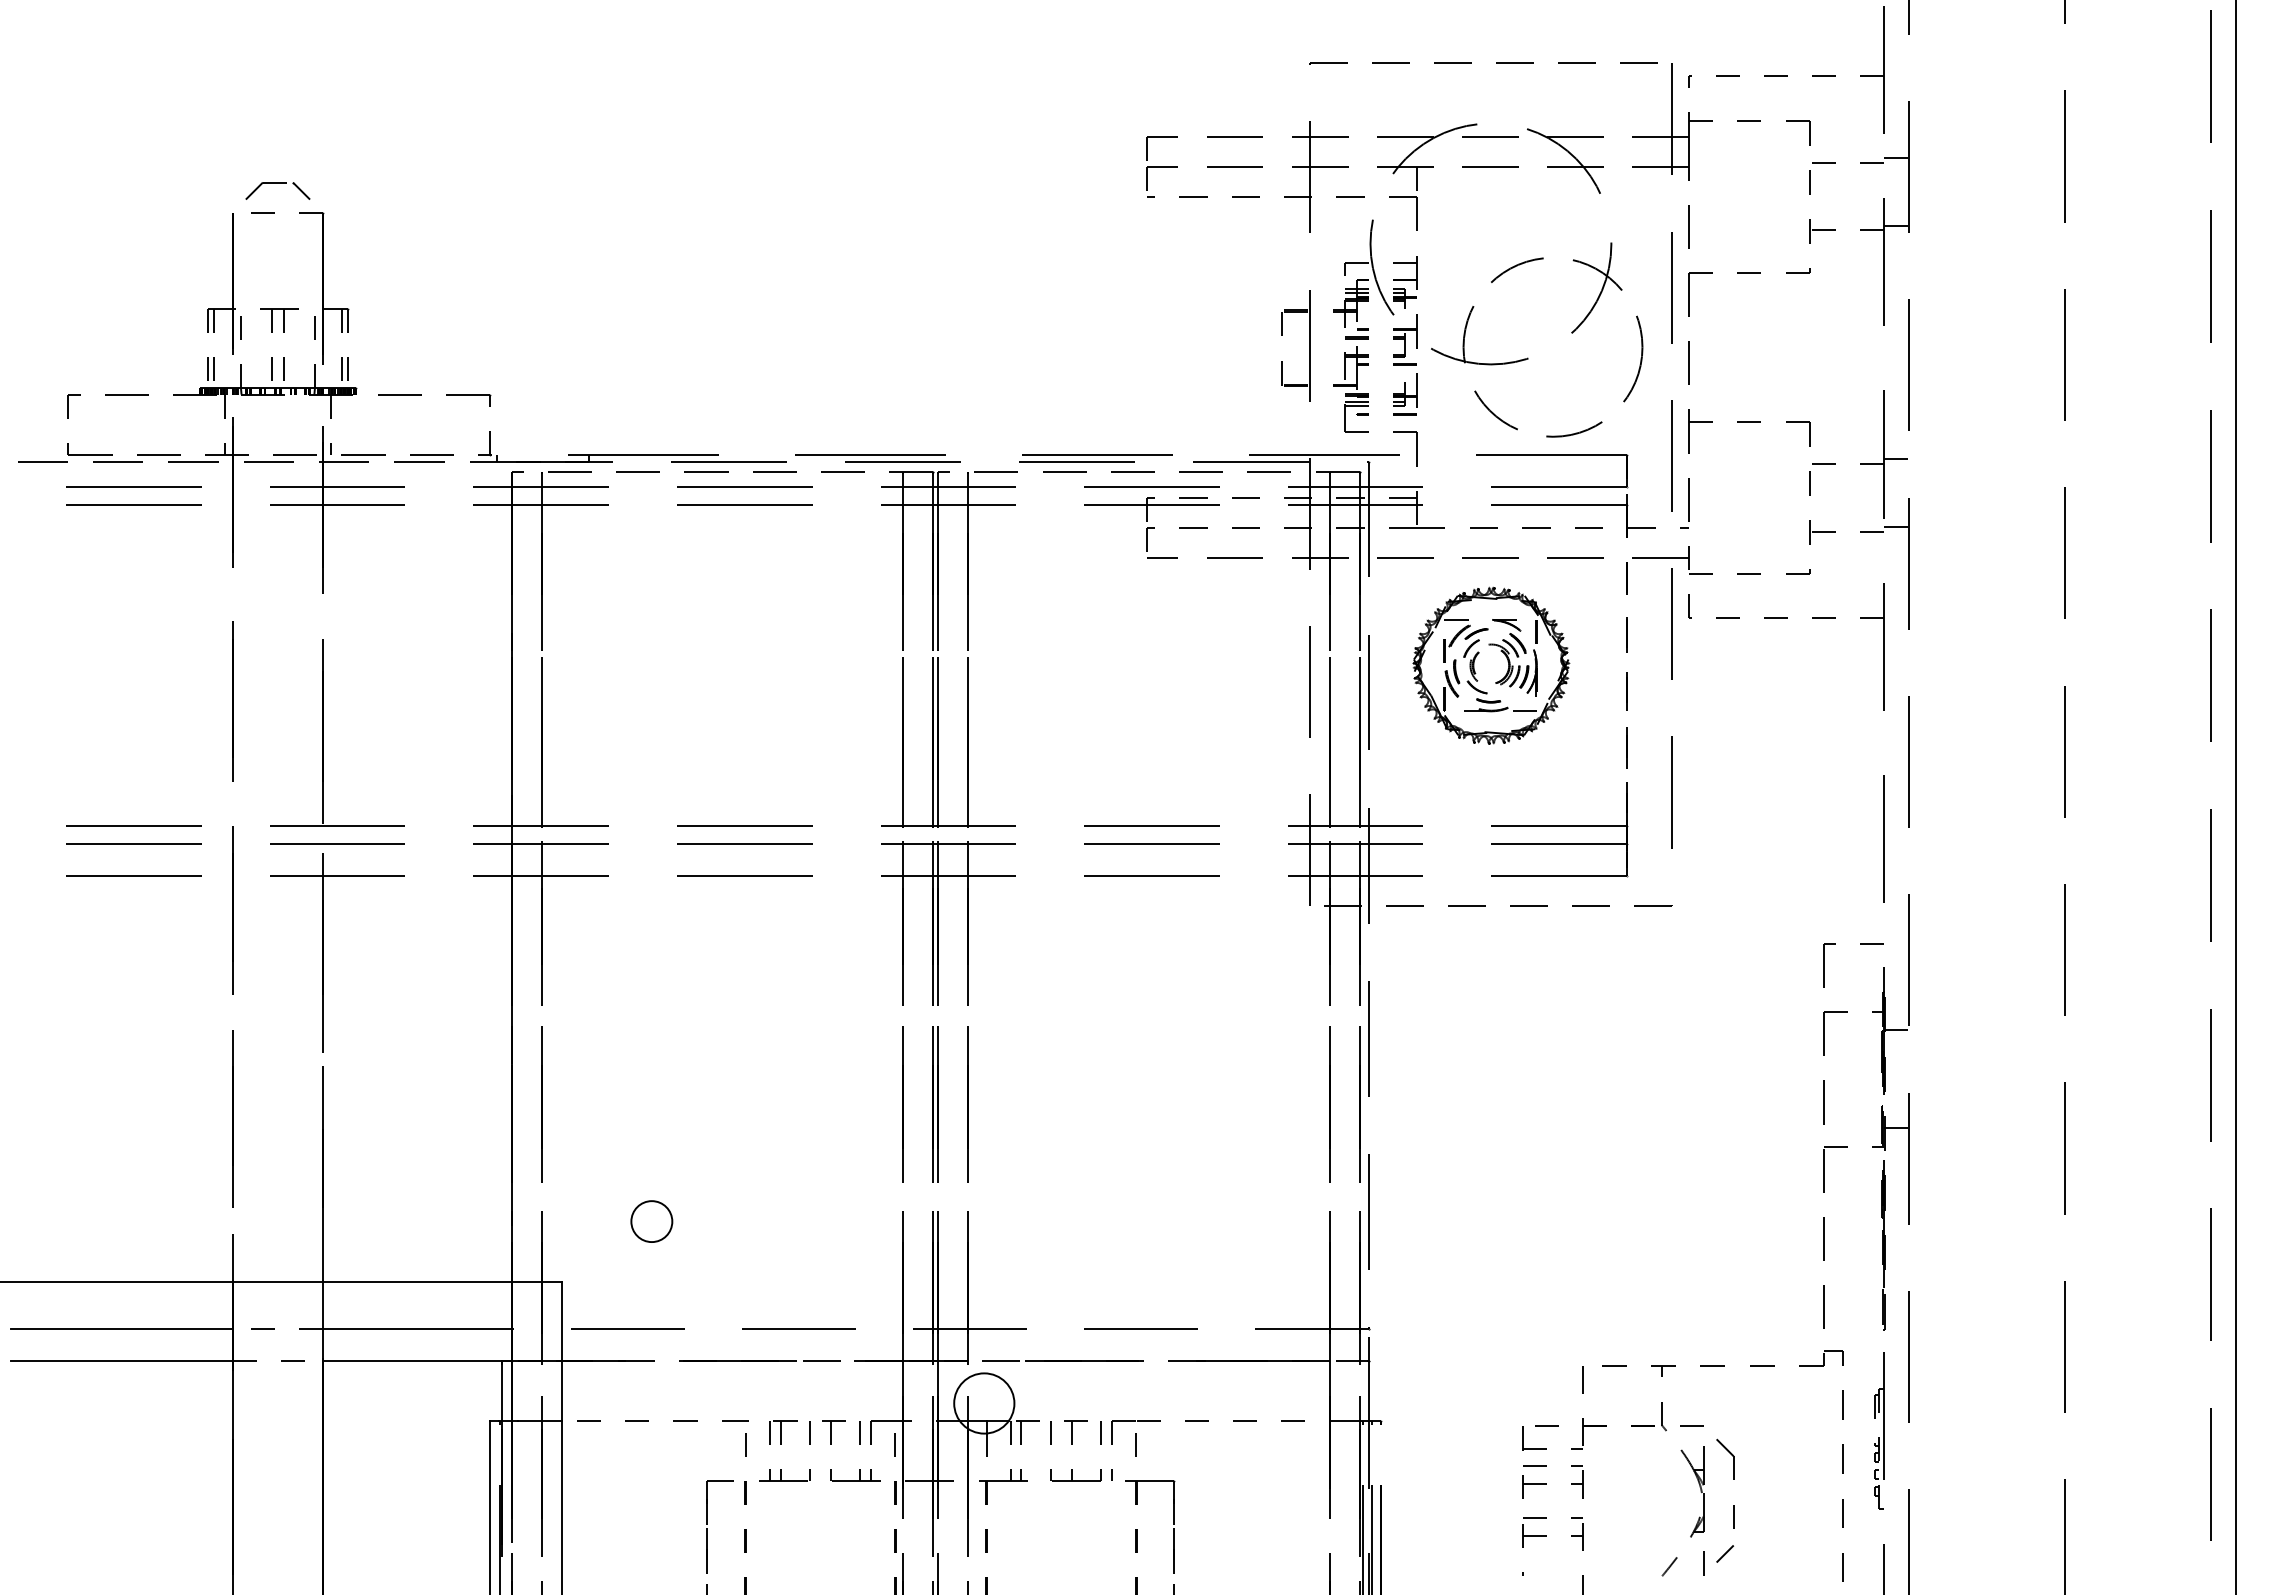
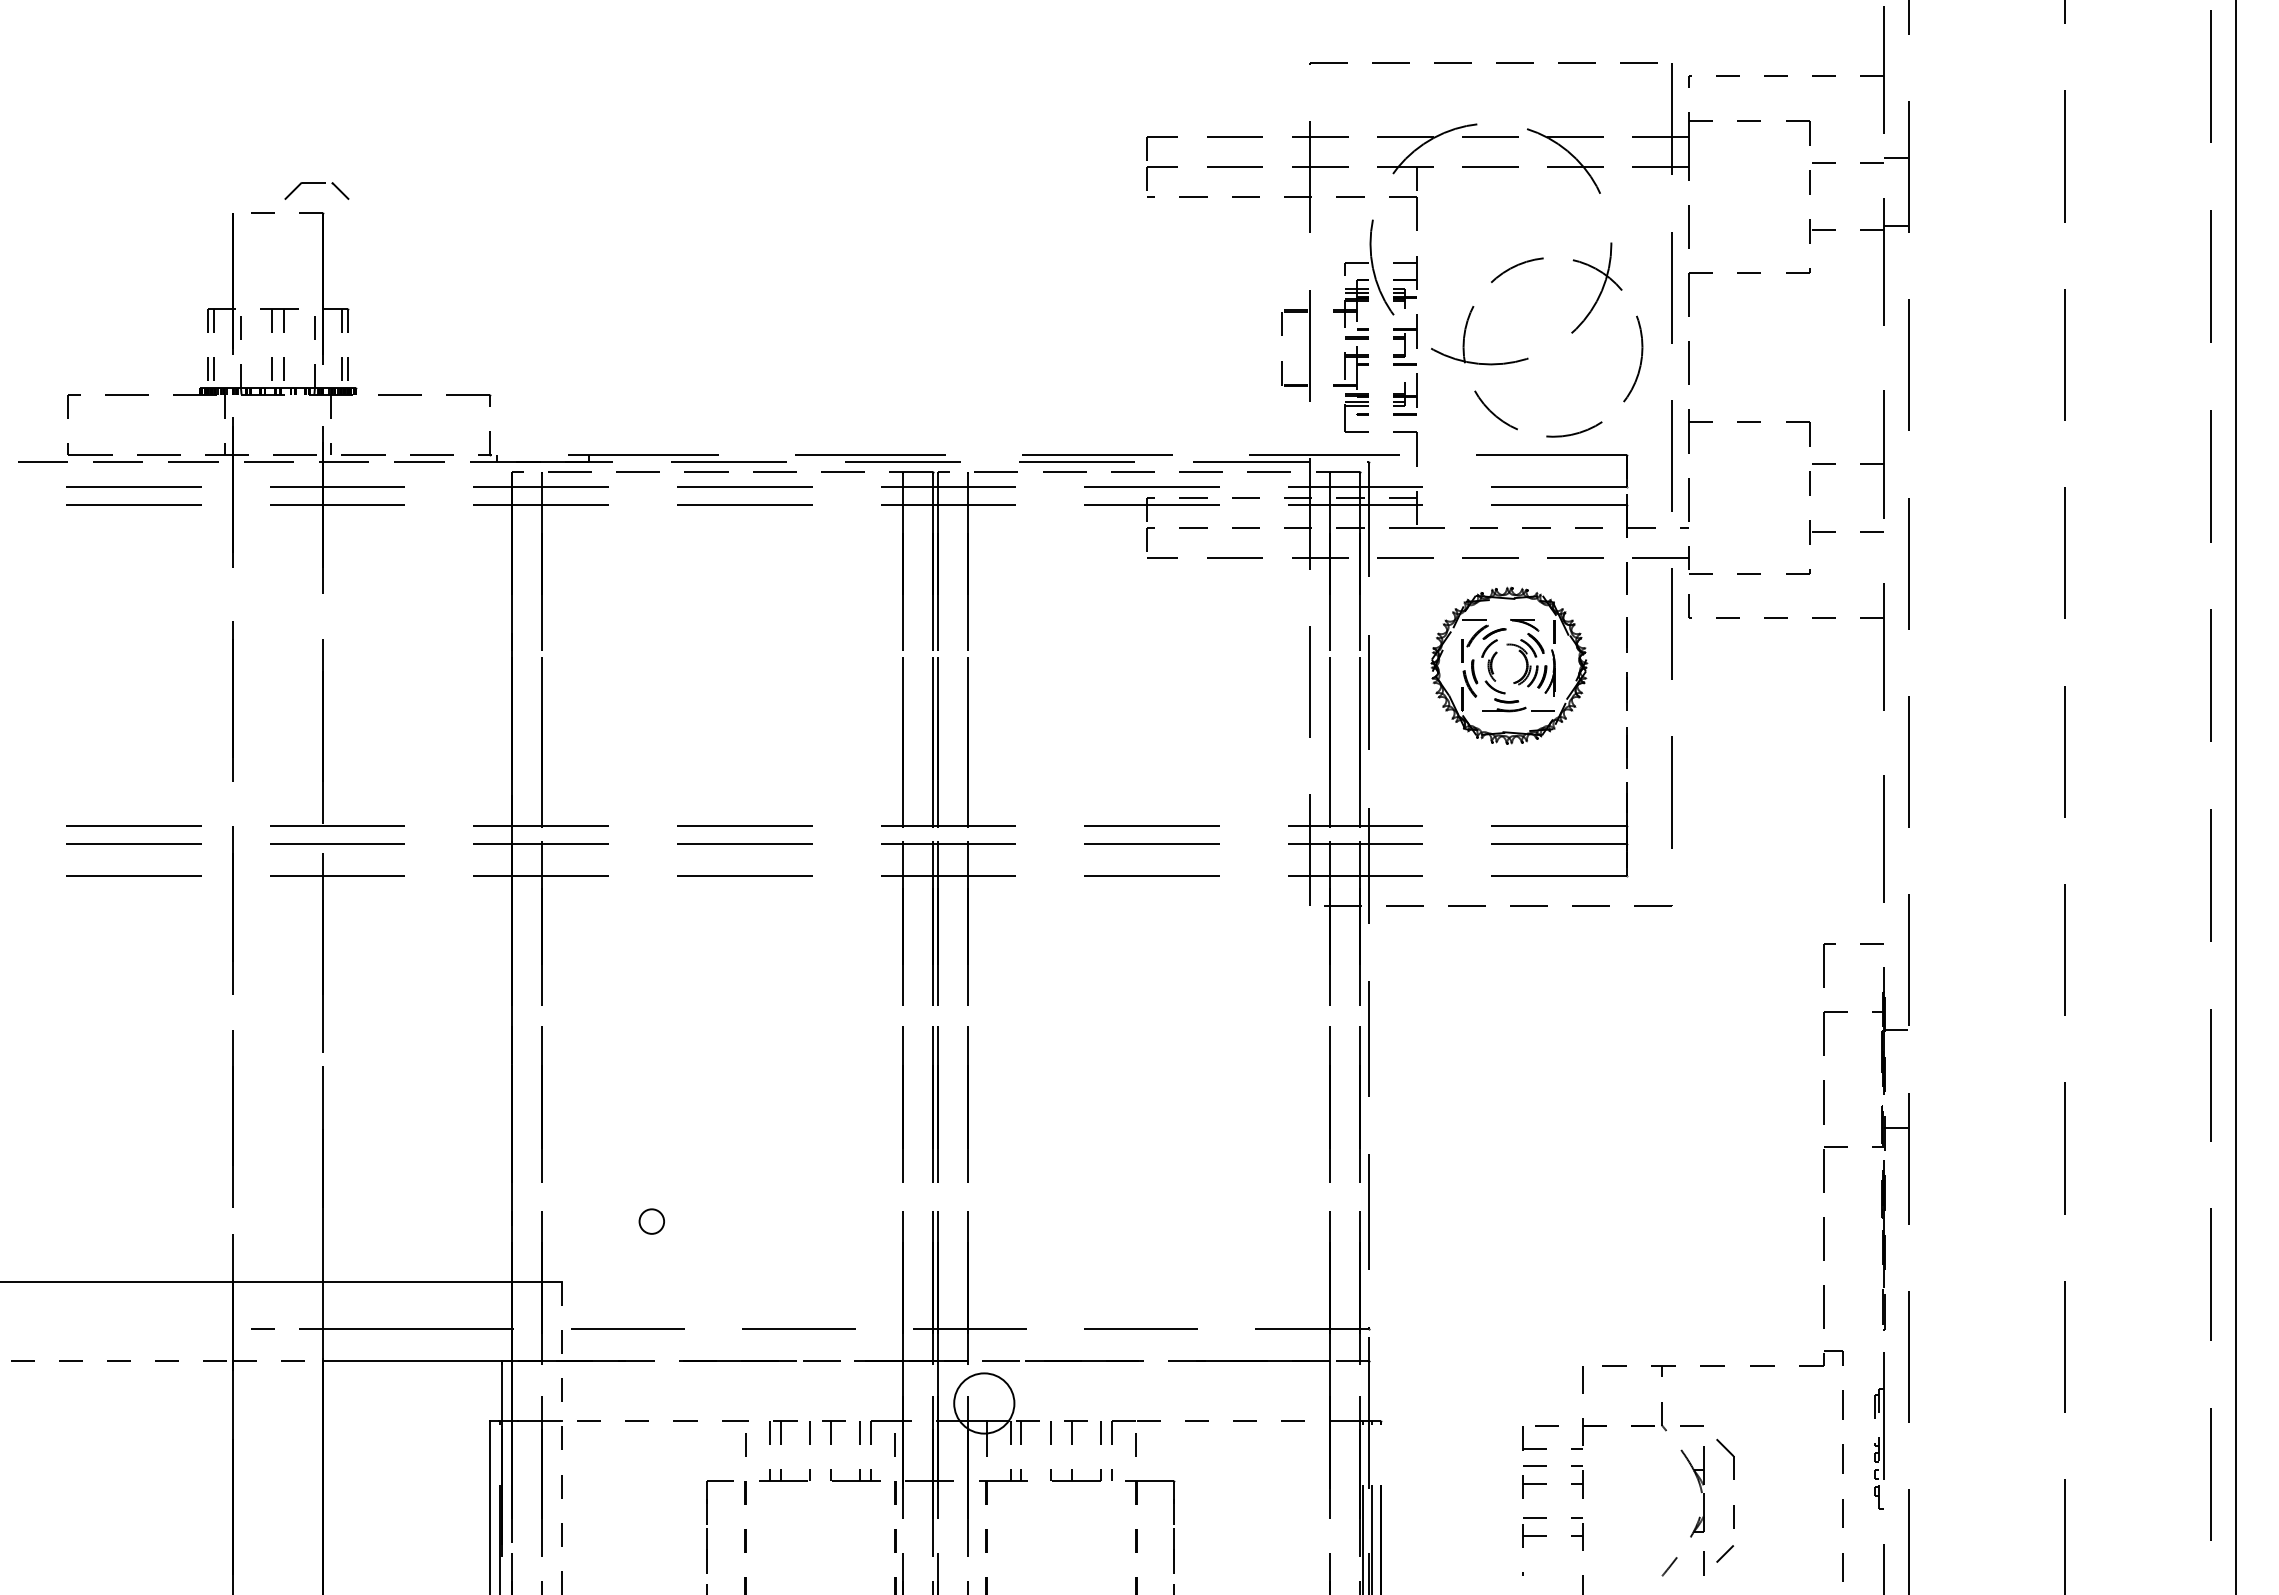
part at (277, 183) position: (277, 183) -> (316, 183)
line at (1896, 459): present -> none
line at (1896, 526): present -> none
part at (1491, 665) position: (1491, 665) -> (1509, 665)
circle at (651, 1221) diameter: 41 px -> 25 px
line at (121, 1329): present -> none
line at (122, 1360): solid -> dashed
line at (561, 1438): solid -> dashed
